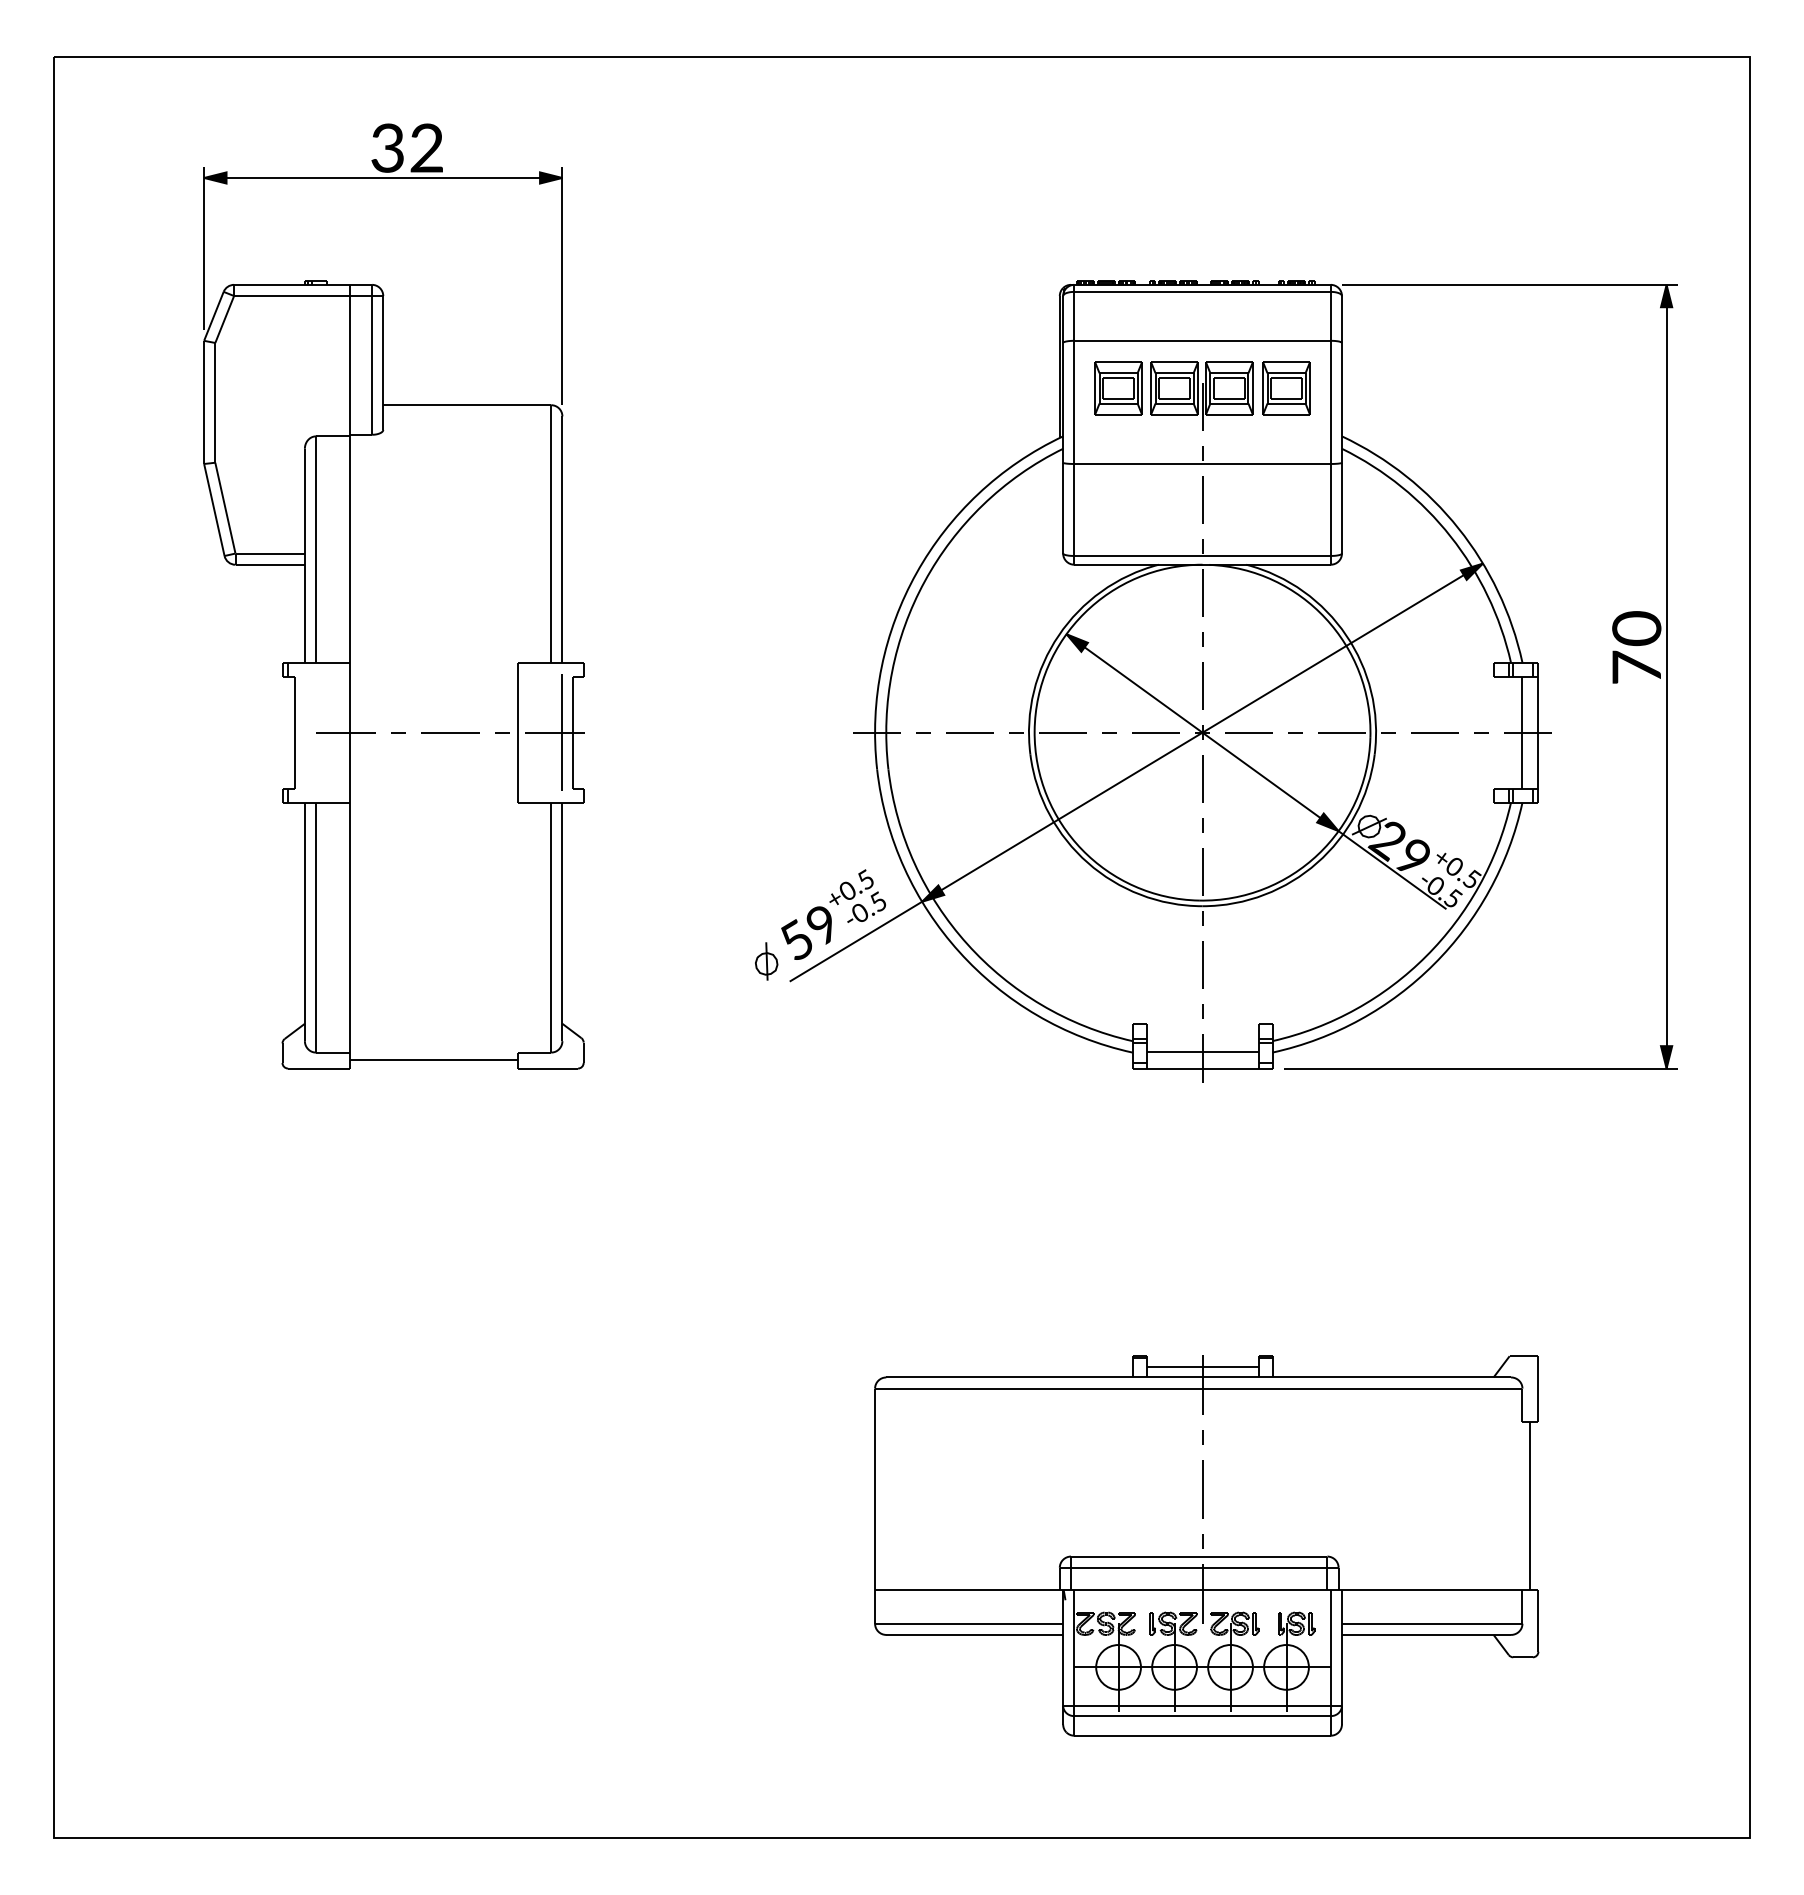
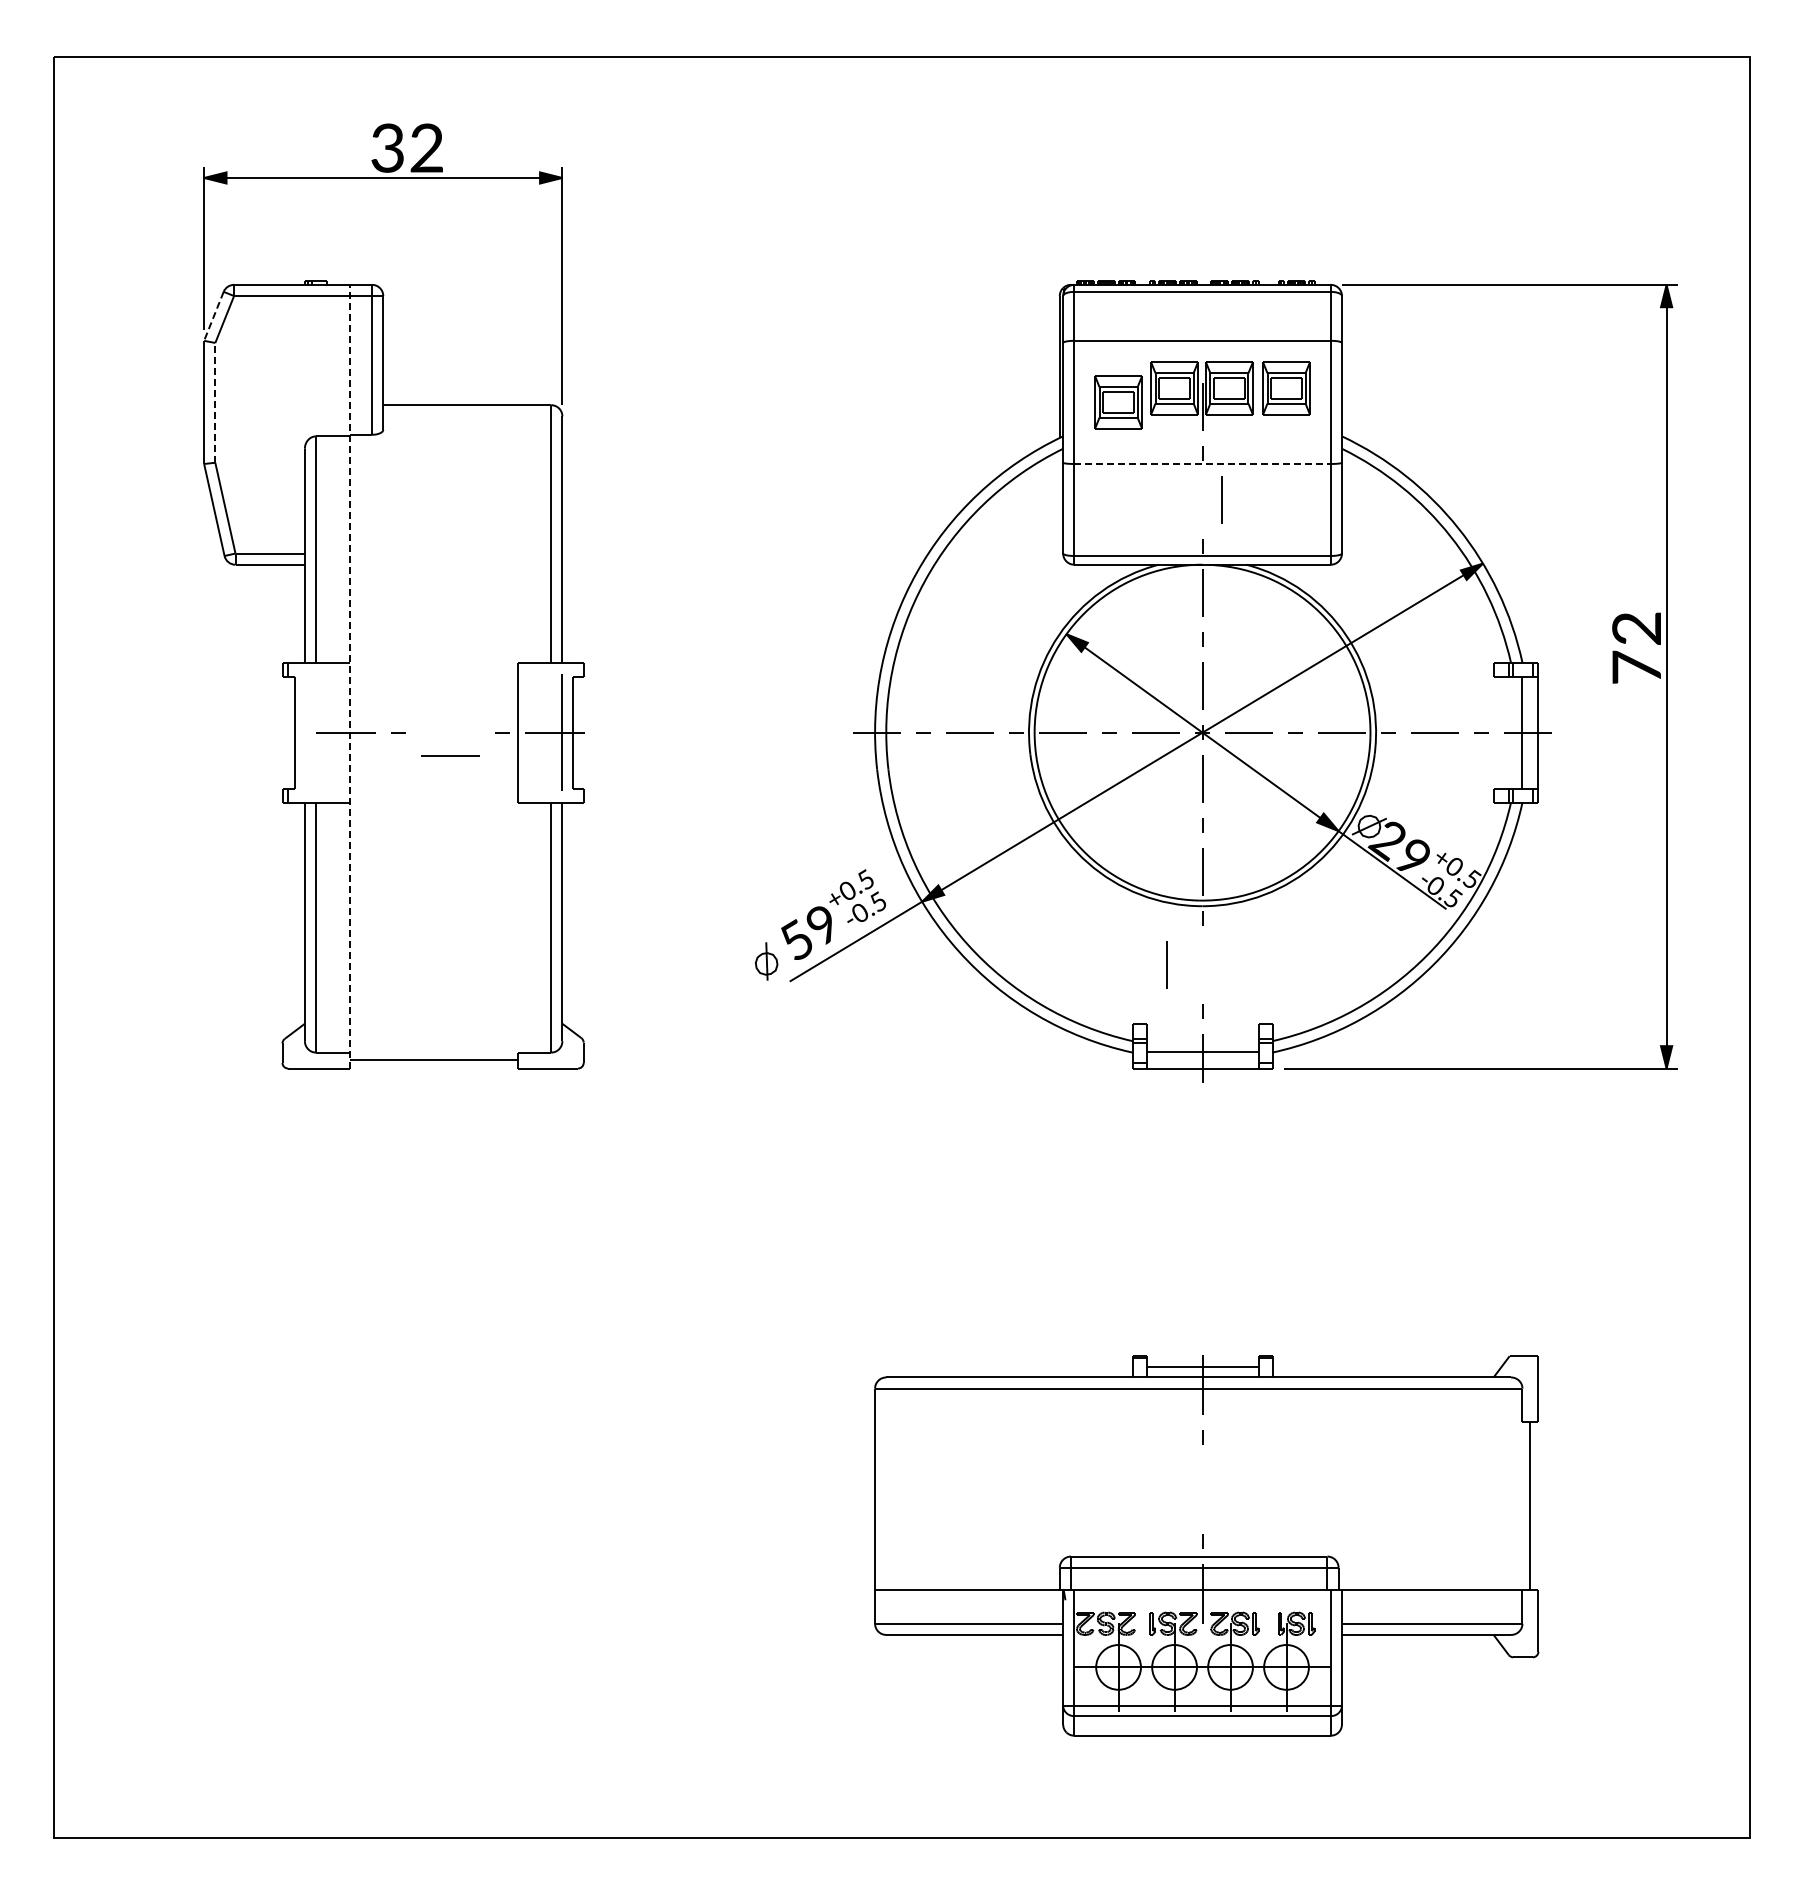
line at (213, 316): solid -> dashed
part at (1118, 388) position: (1118, 388) -> (1118, 402)
line at (215, 402): solid -> dashed
line at (1203, 463): solid -> dashed
line at (1202, 499) position: (1202, 499) -> (1221, 499)
text at (1636, 628): 70 -> 72
line at (349, 676): solid -> dashed
line at (450, 732) position: (450, 732) -> (450, 755)
line at (1202, 964) position: (1202, 964) -> (1166, 964)
line at (1202, 1489): present -> none
